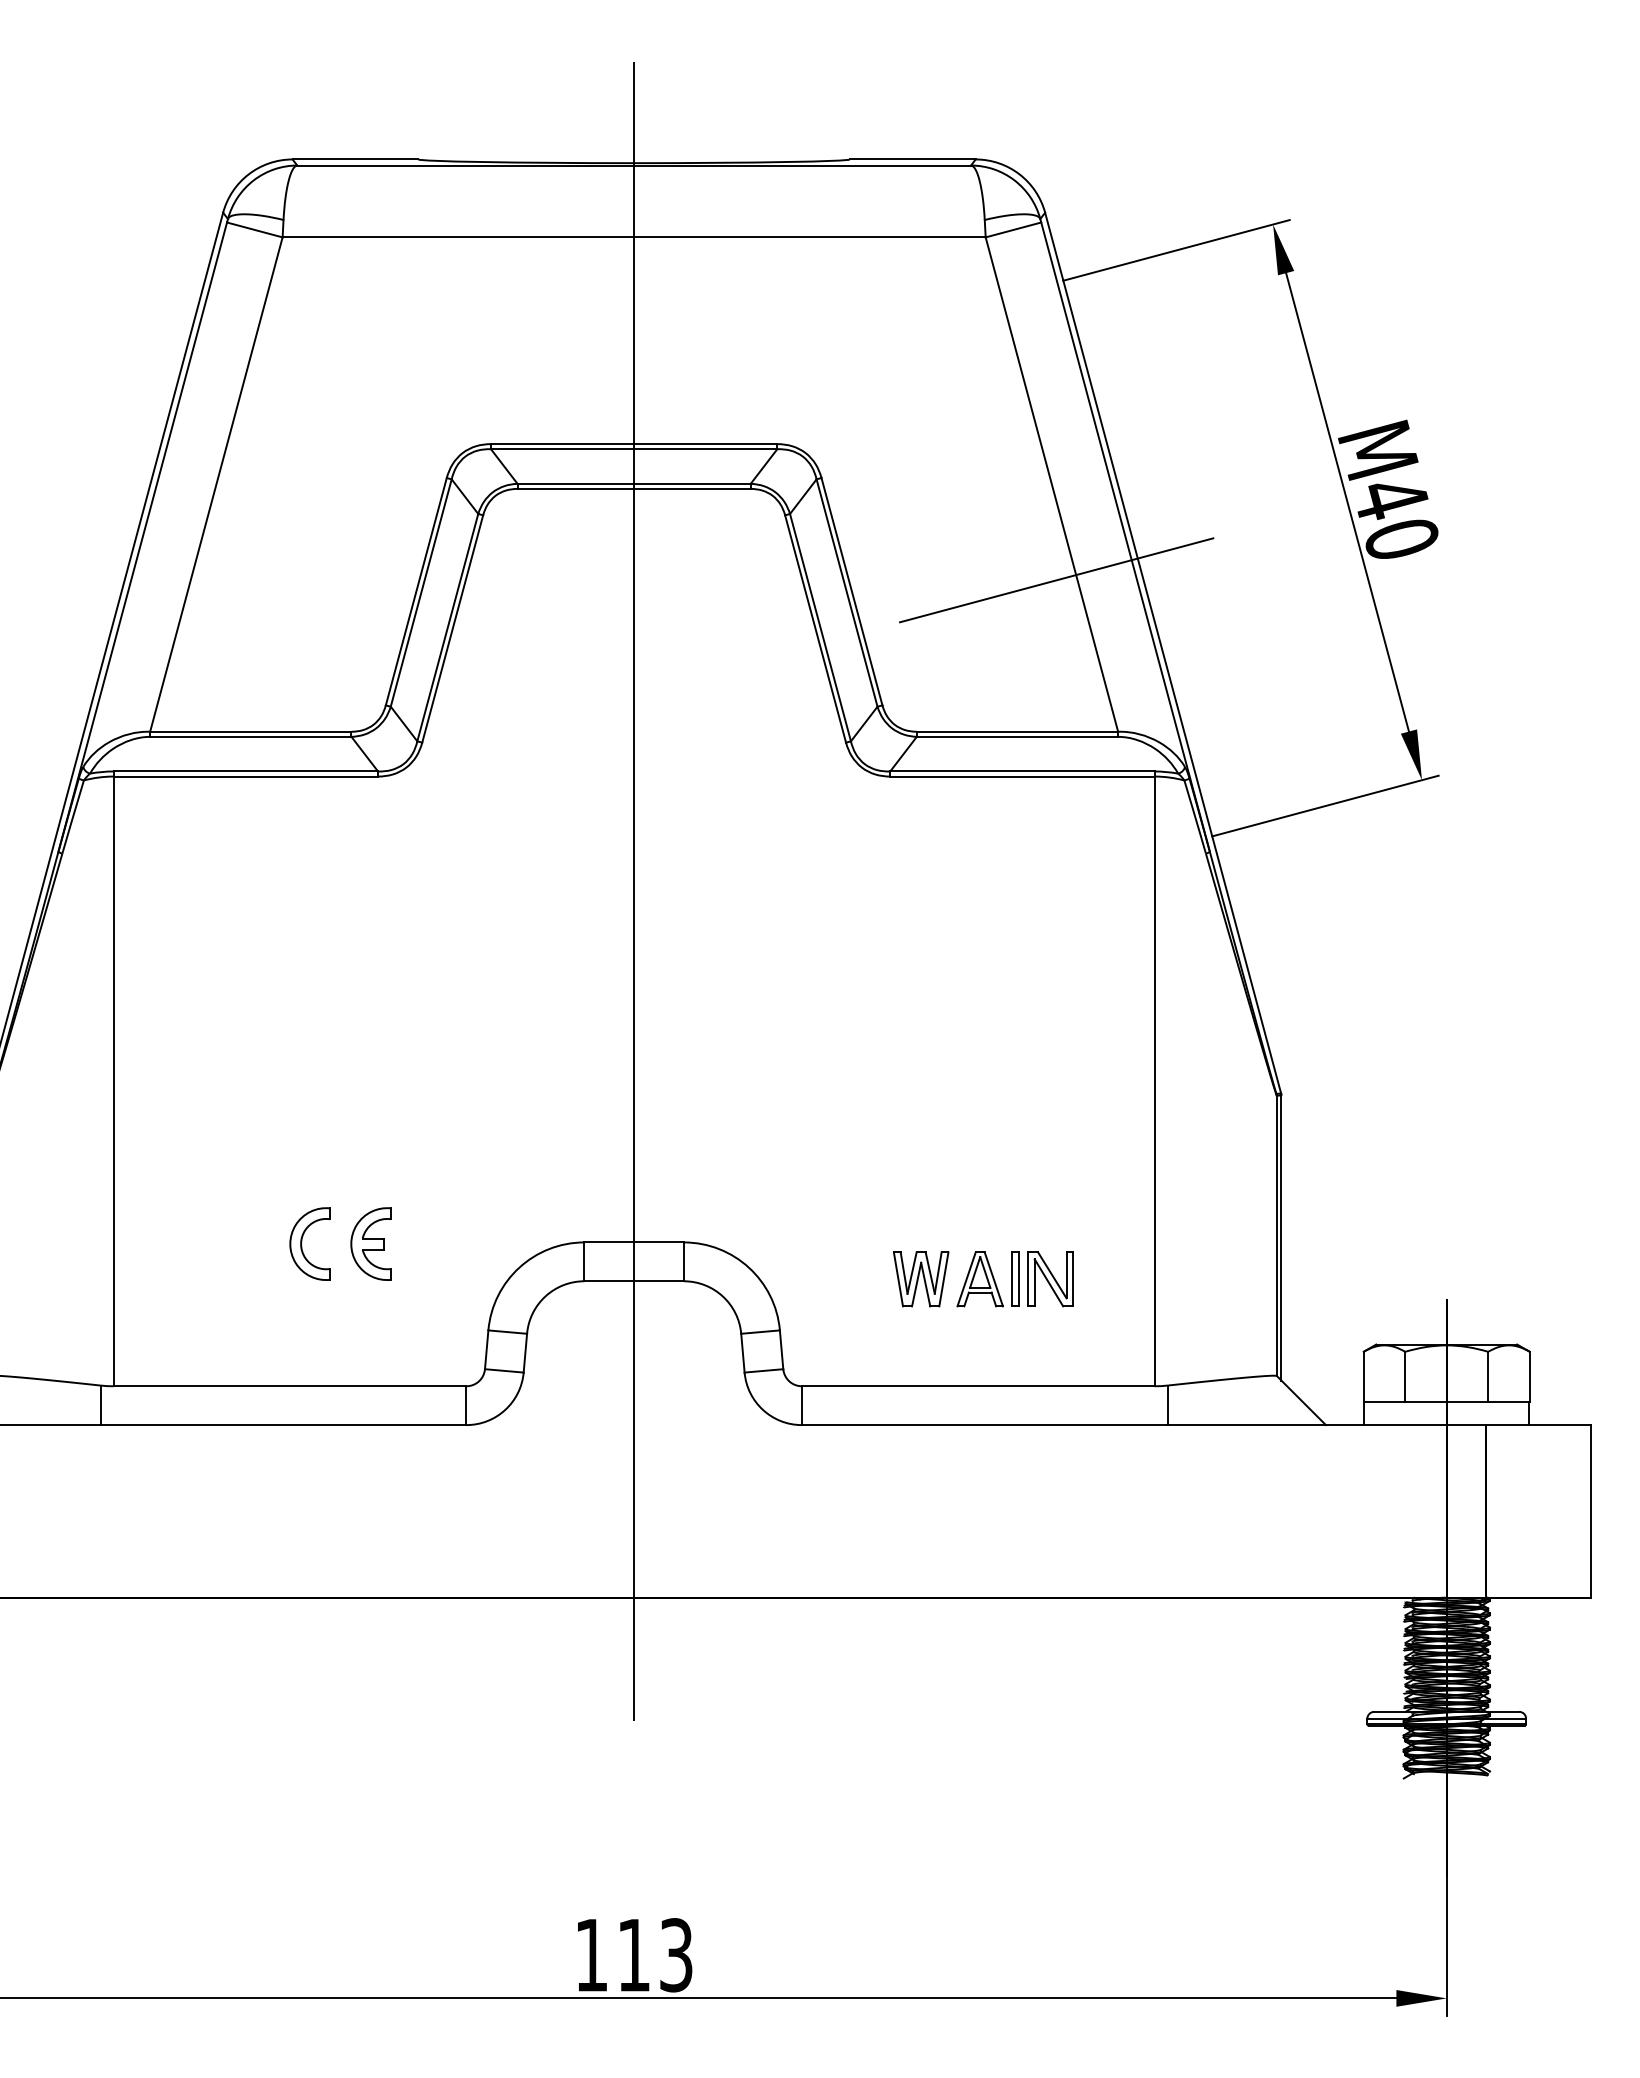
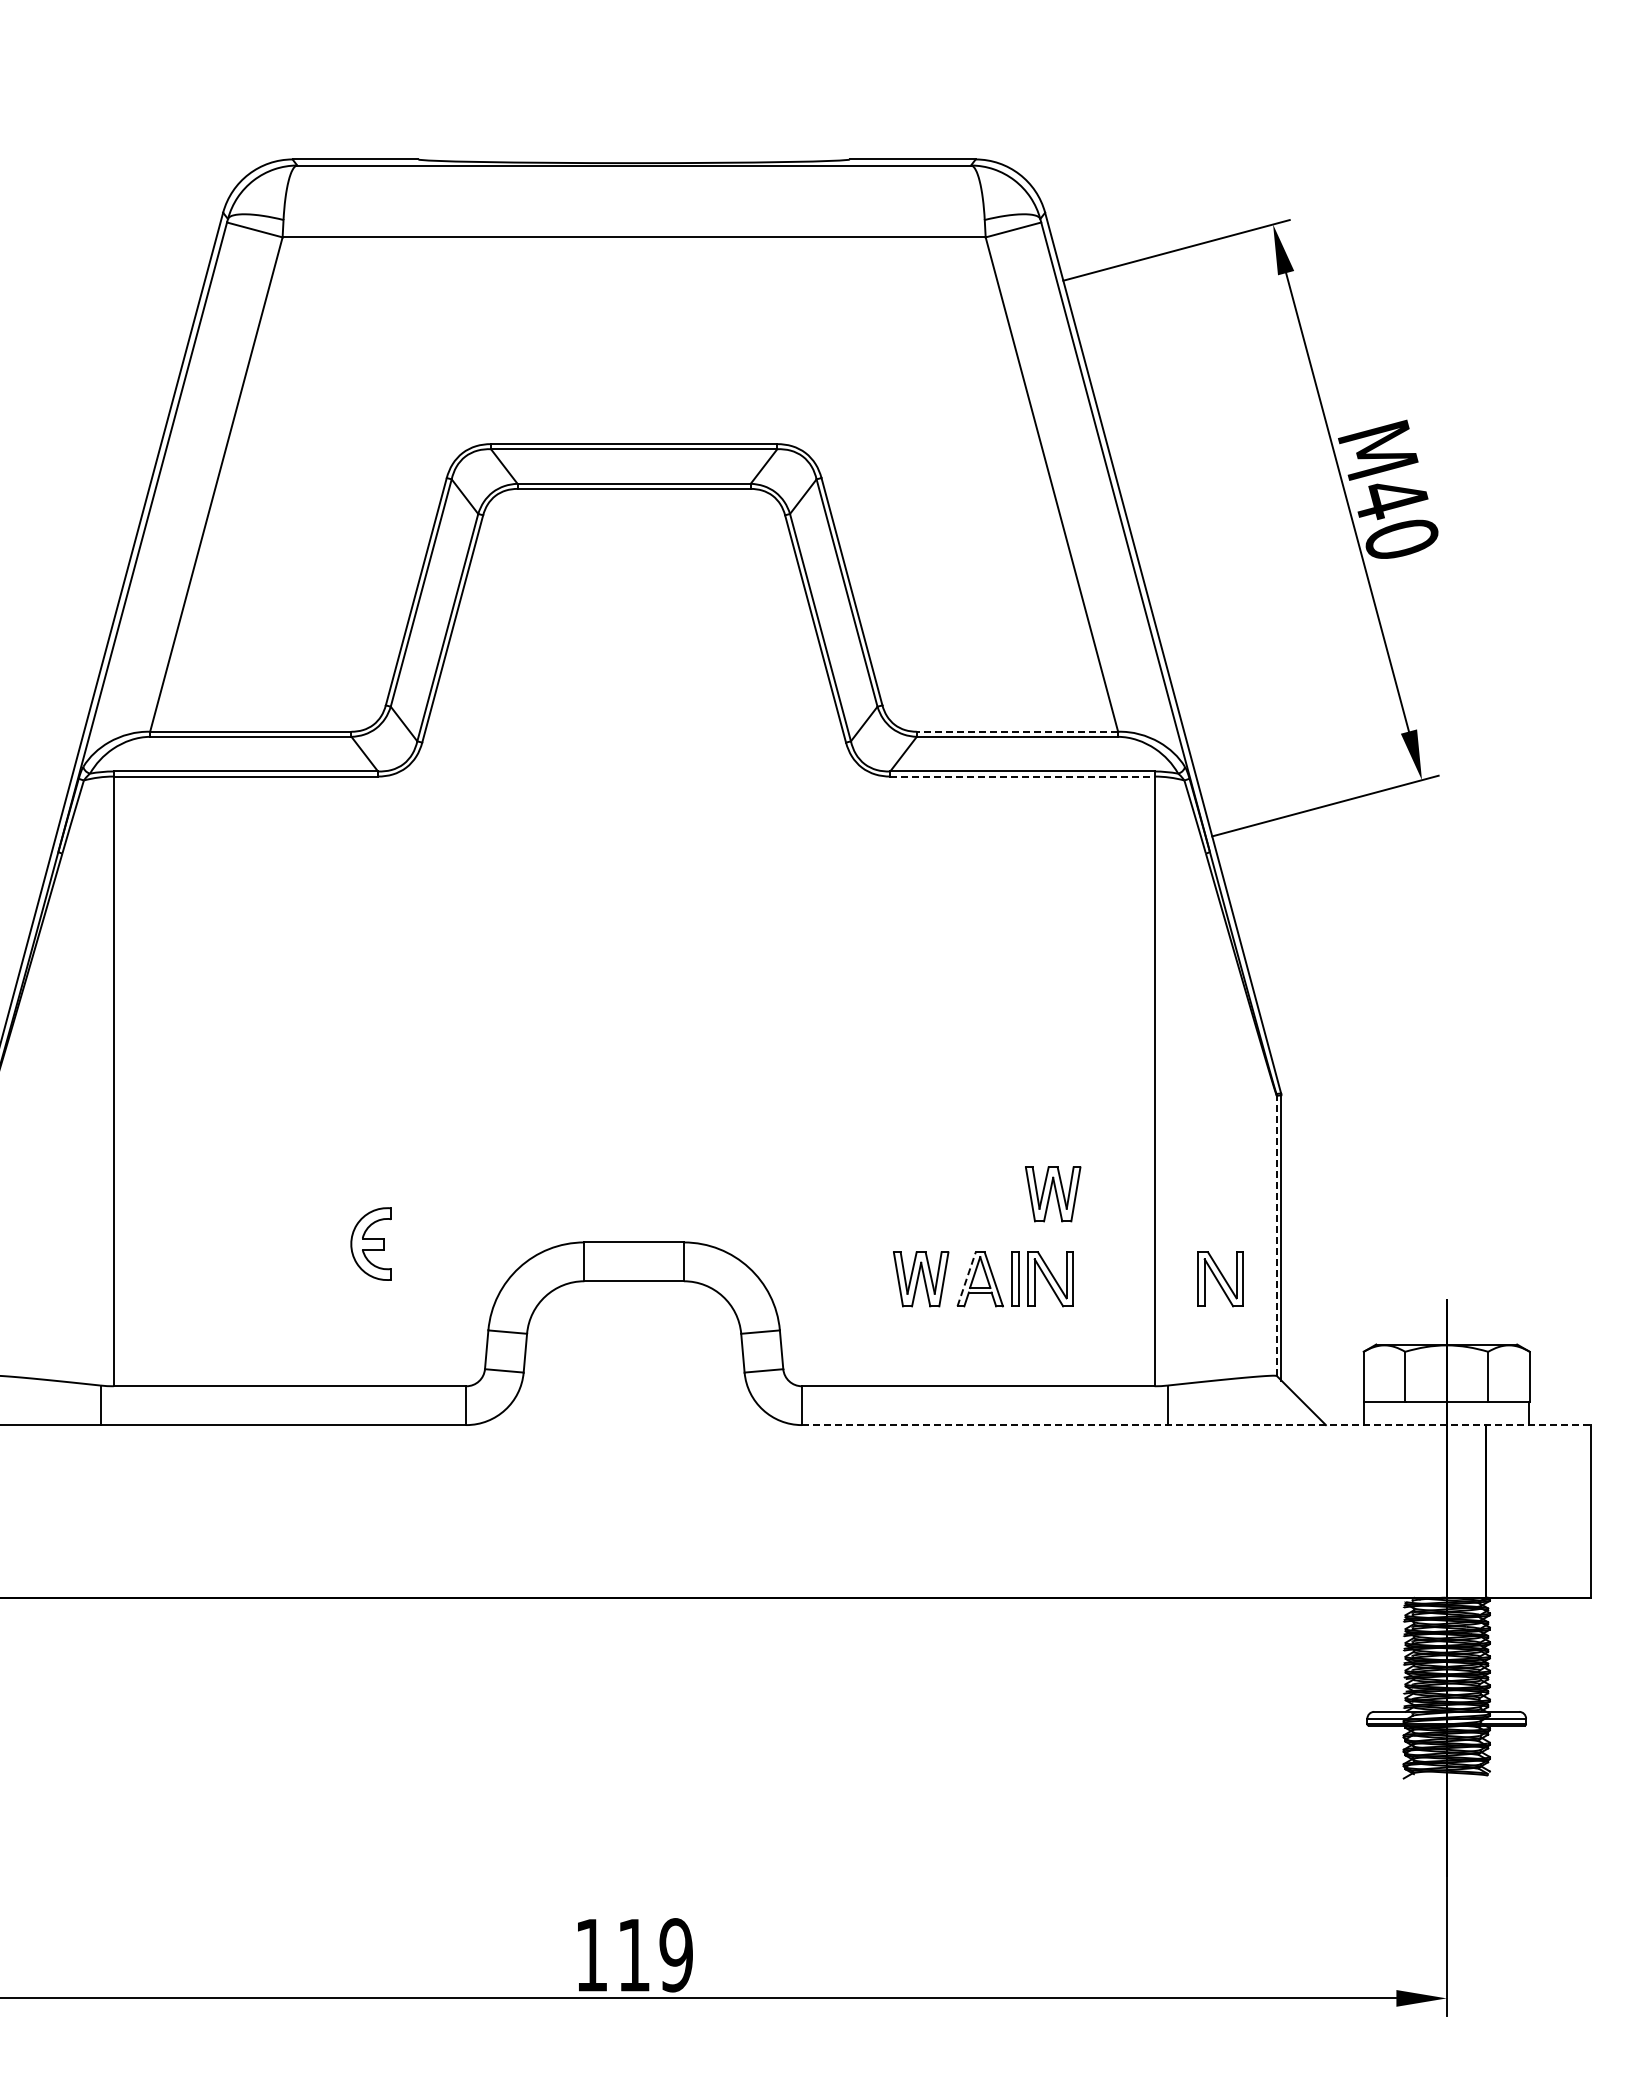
line at (1056, 580): present -> none
line at (1017, 731): solid -> dashed
line at (1022, 776): solid -> dashed
line at (634, 891): present -> none
part at (1053, 1194): none -> present
line at (1276, 1235): solid -> dashed
part at (302, 1241): present -> none
line at (966, 1278): solid -> dashed
part at (1220, 1279): none -> present
line at (1196, 1425): solid -> dashed
text at (675, 1955): 113 -> 119
